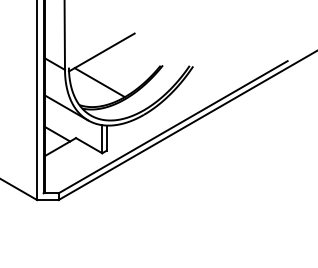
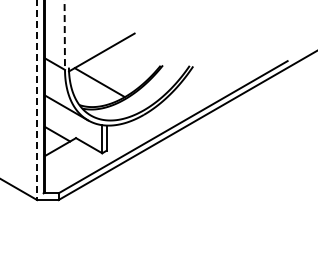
line at (64, 35): solid -> dashed
line at (37, 100): solid -> dashed
